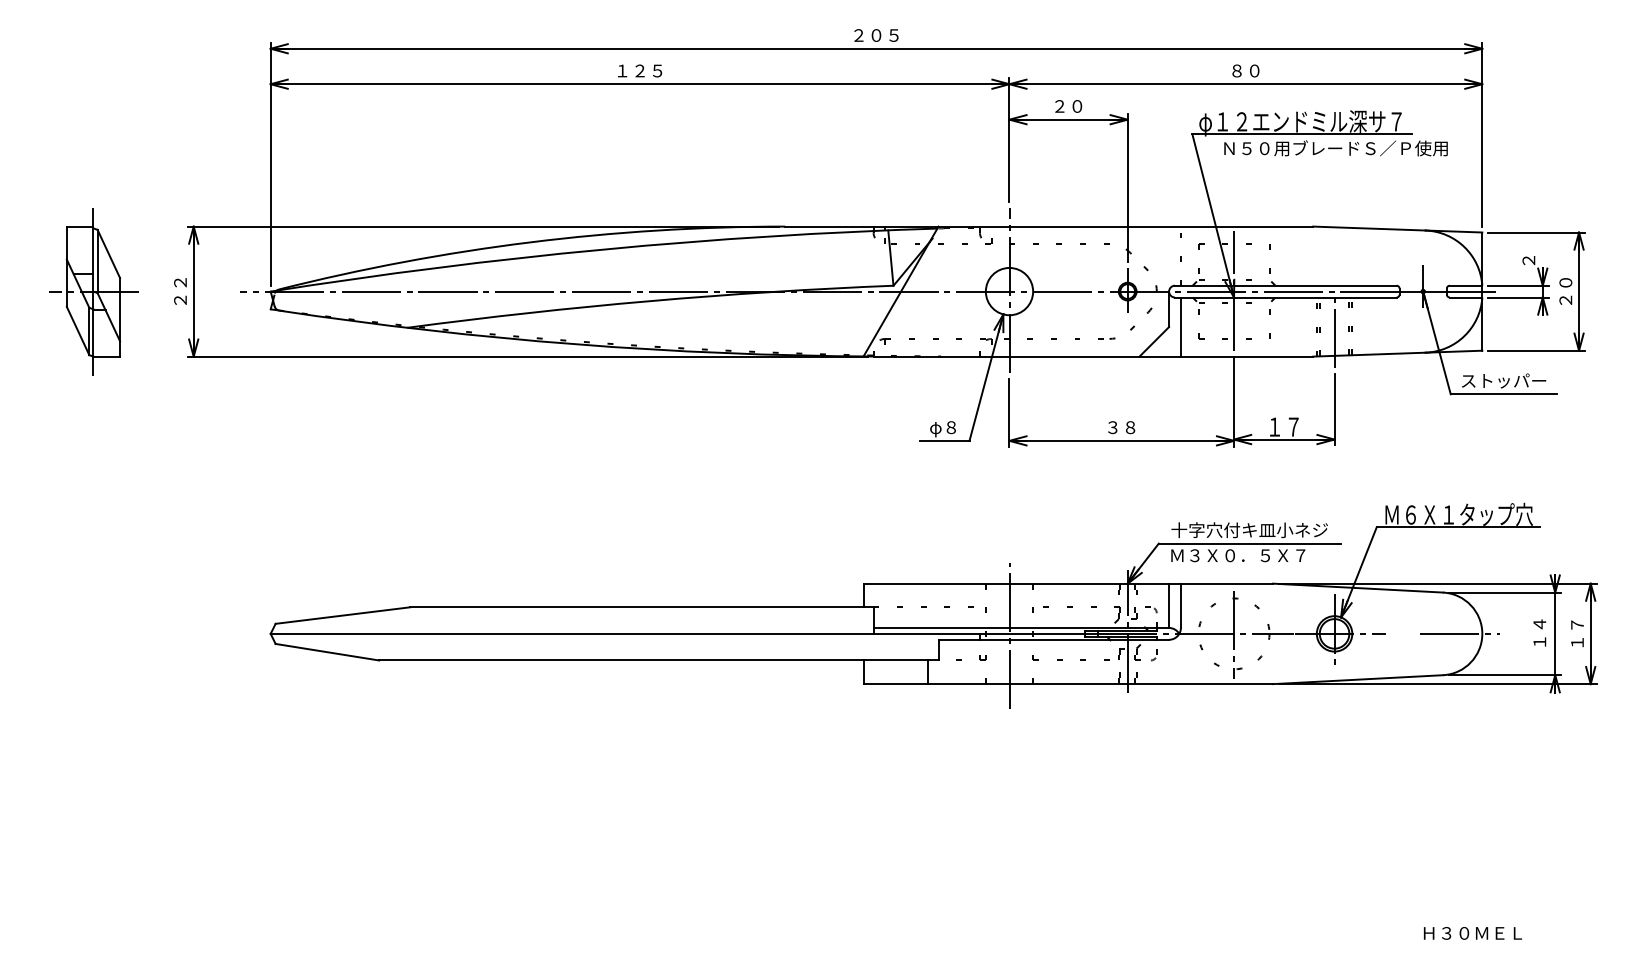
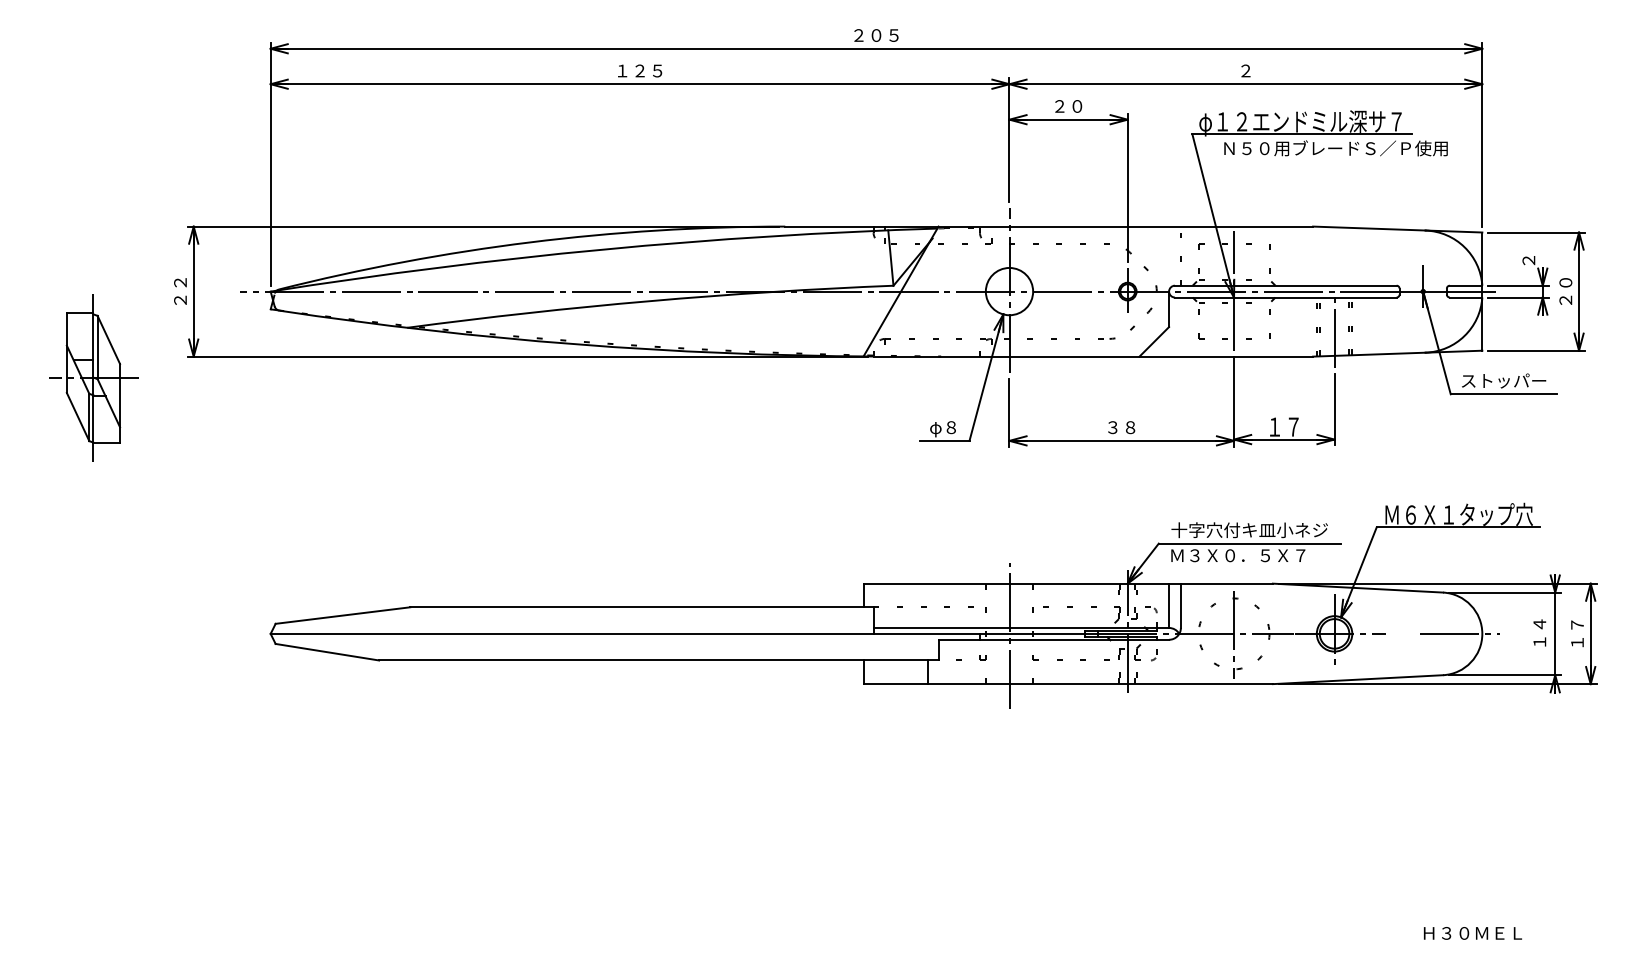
text at (1245, 70): ８０ -> ２
part at (93, 291) position: (93, 291) -> (93, 377)
line at (1180, 326): present -> none
